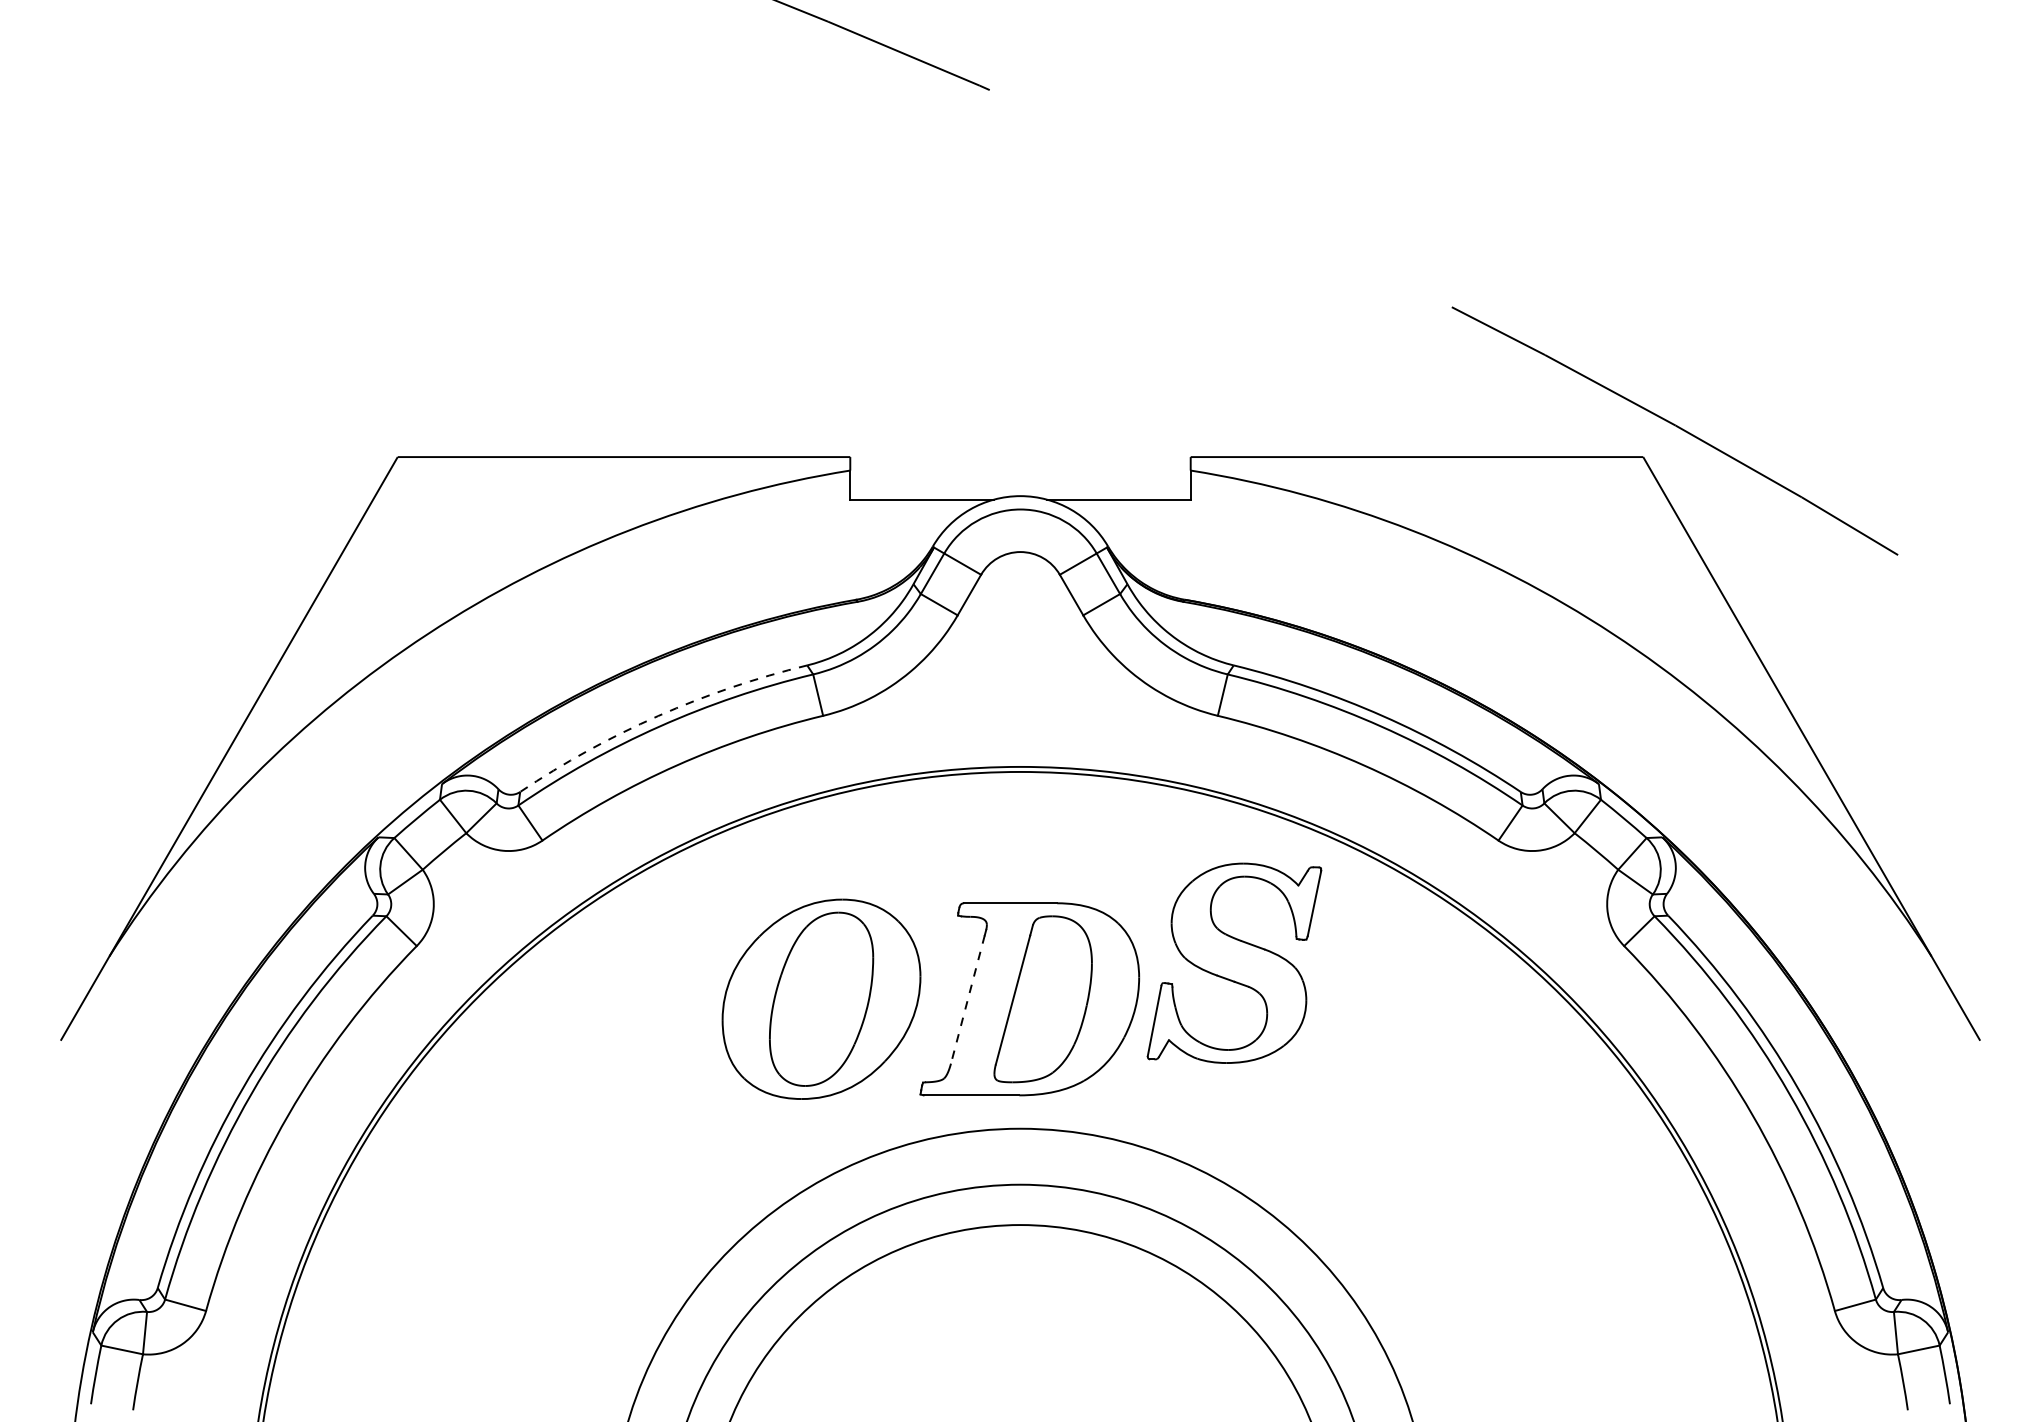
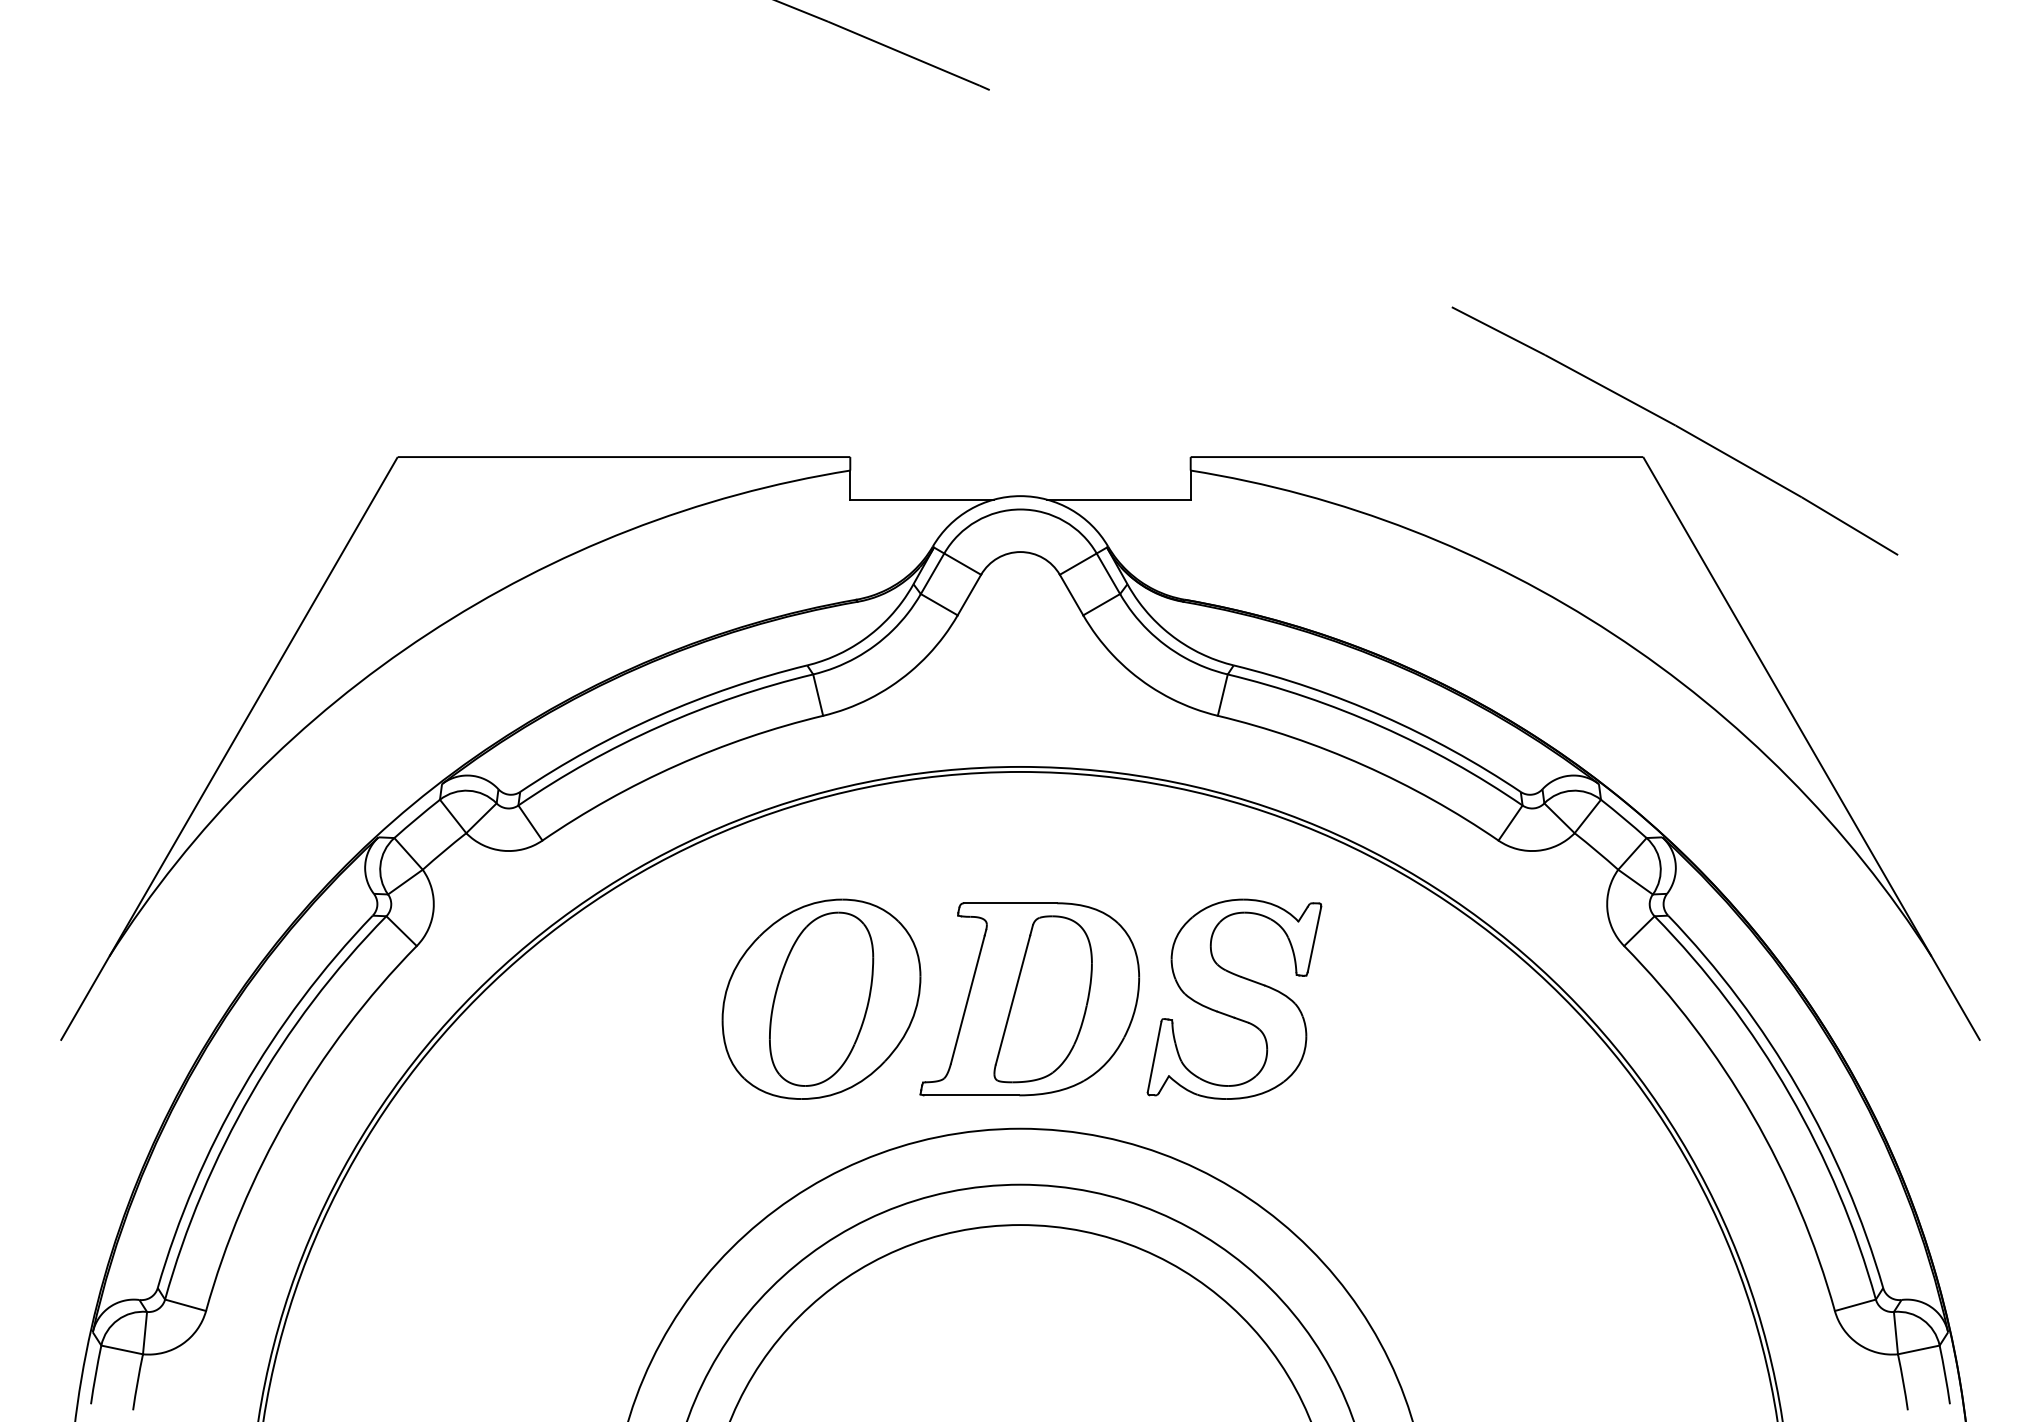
arc at (658, 716): dashed -> solid
part at (1234, 962) position: (1234, 962) -> (1234, 998)
line at (967, 1000): dashed -> solid
